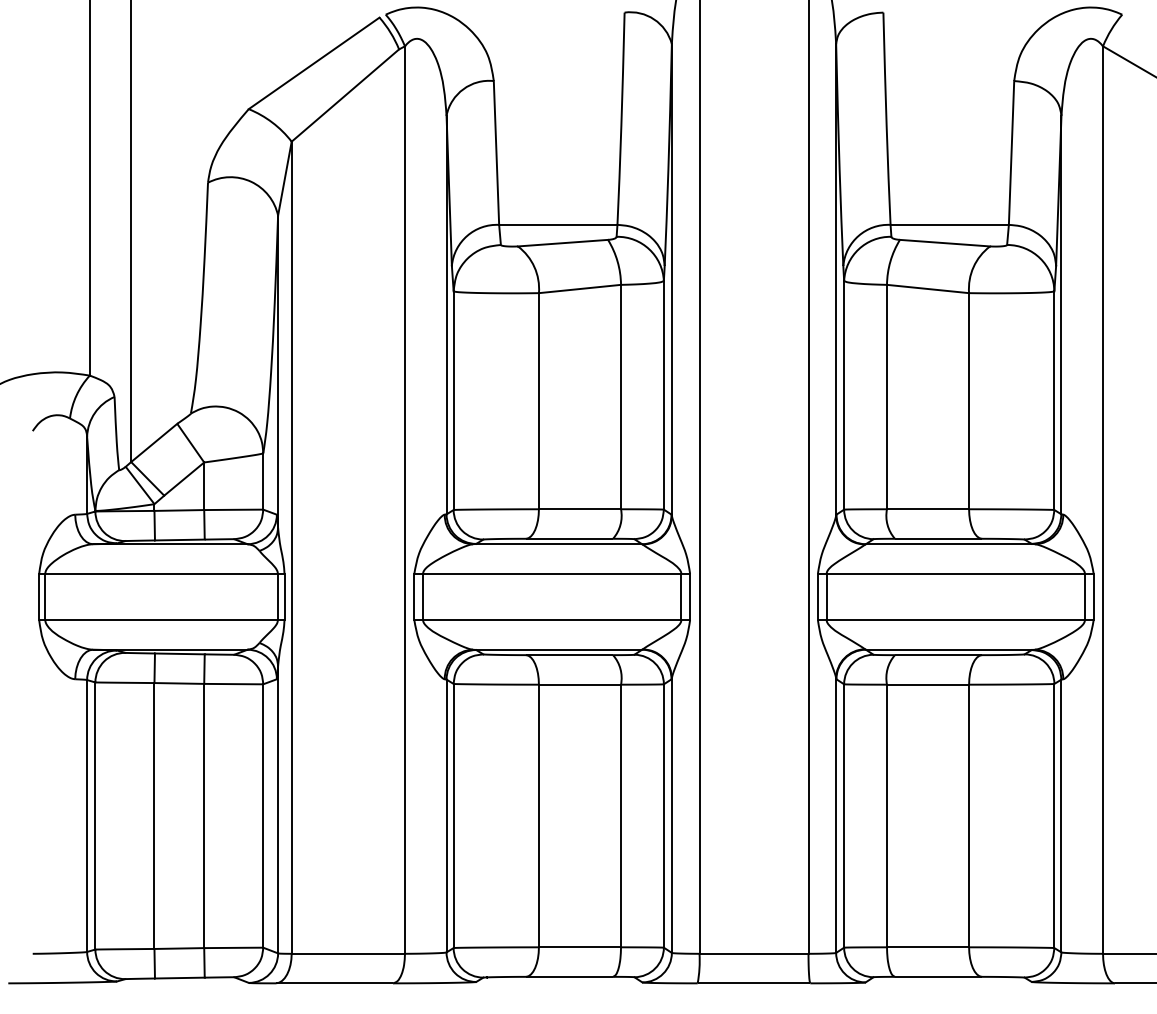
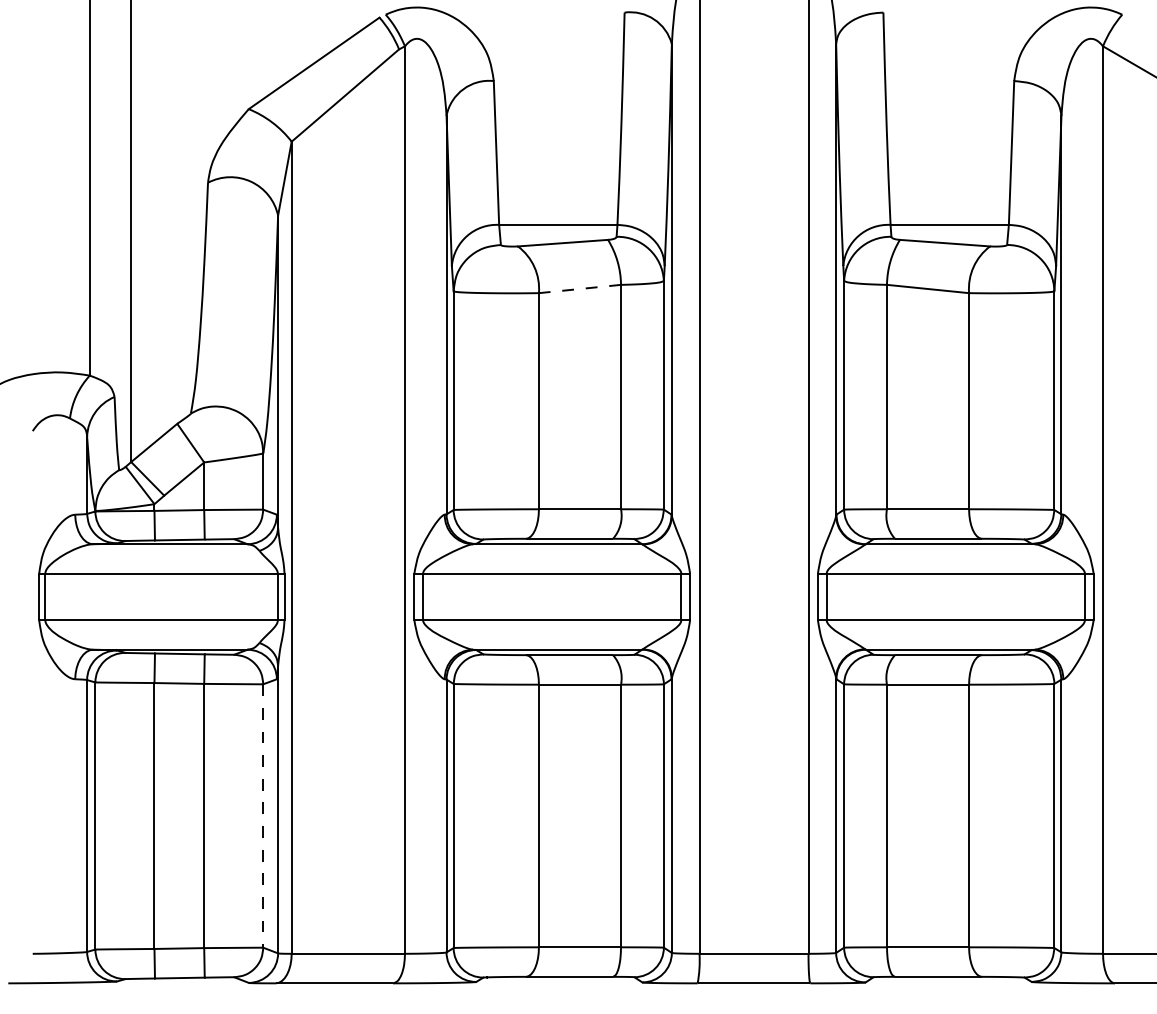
line at (579, 289): solid -> dashed
line at (263, 816): solid -> dashed
